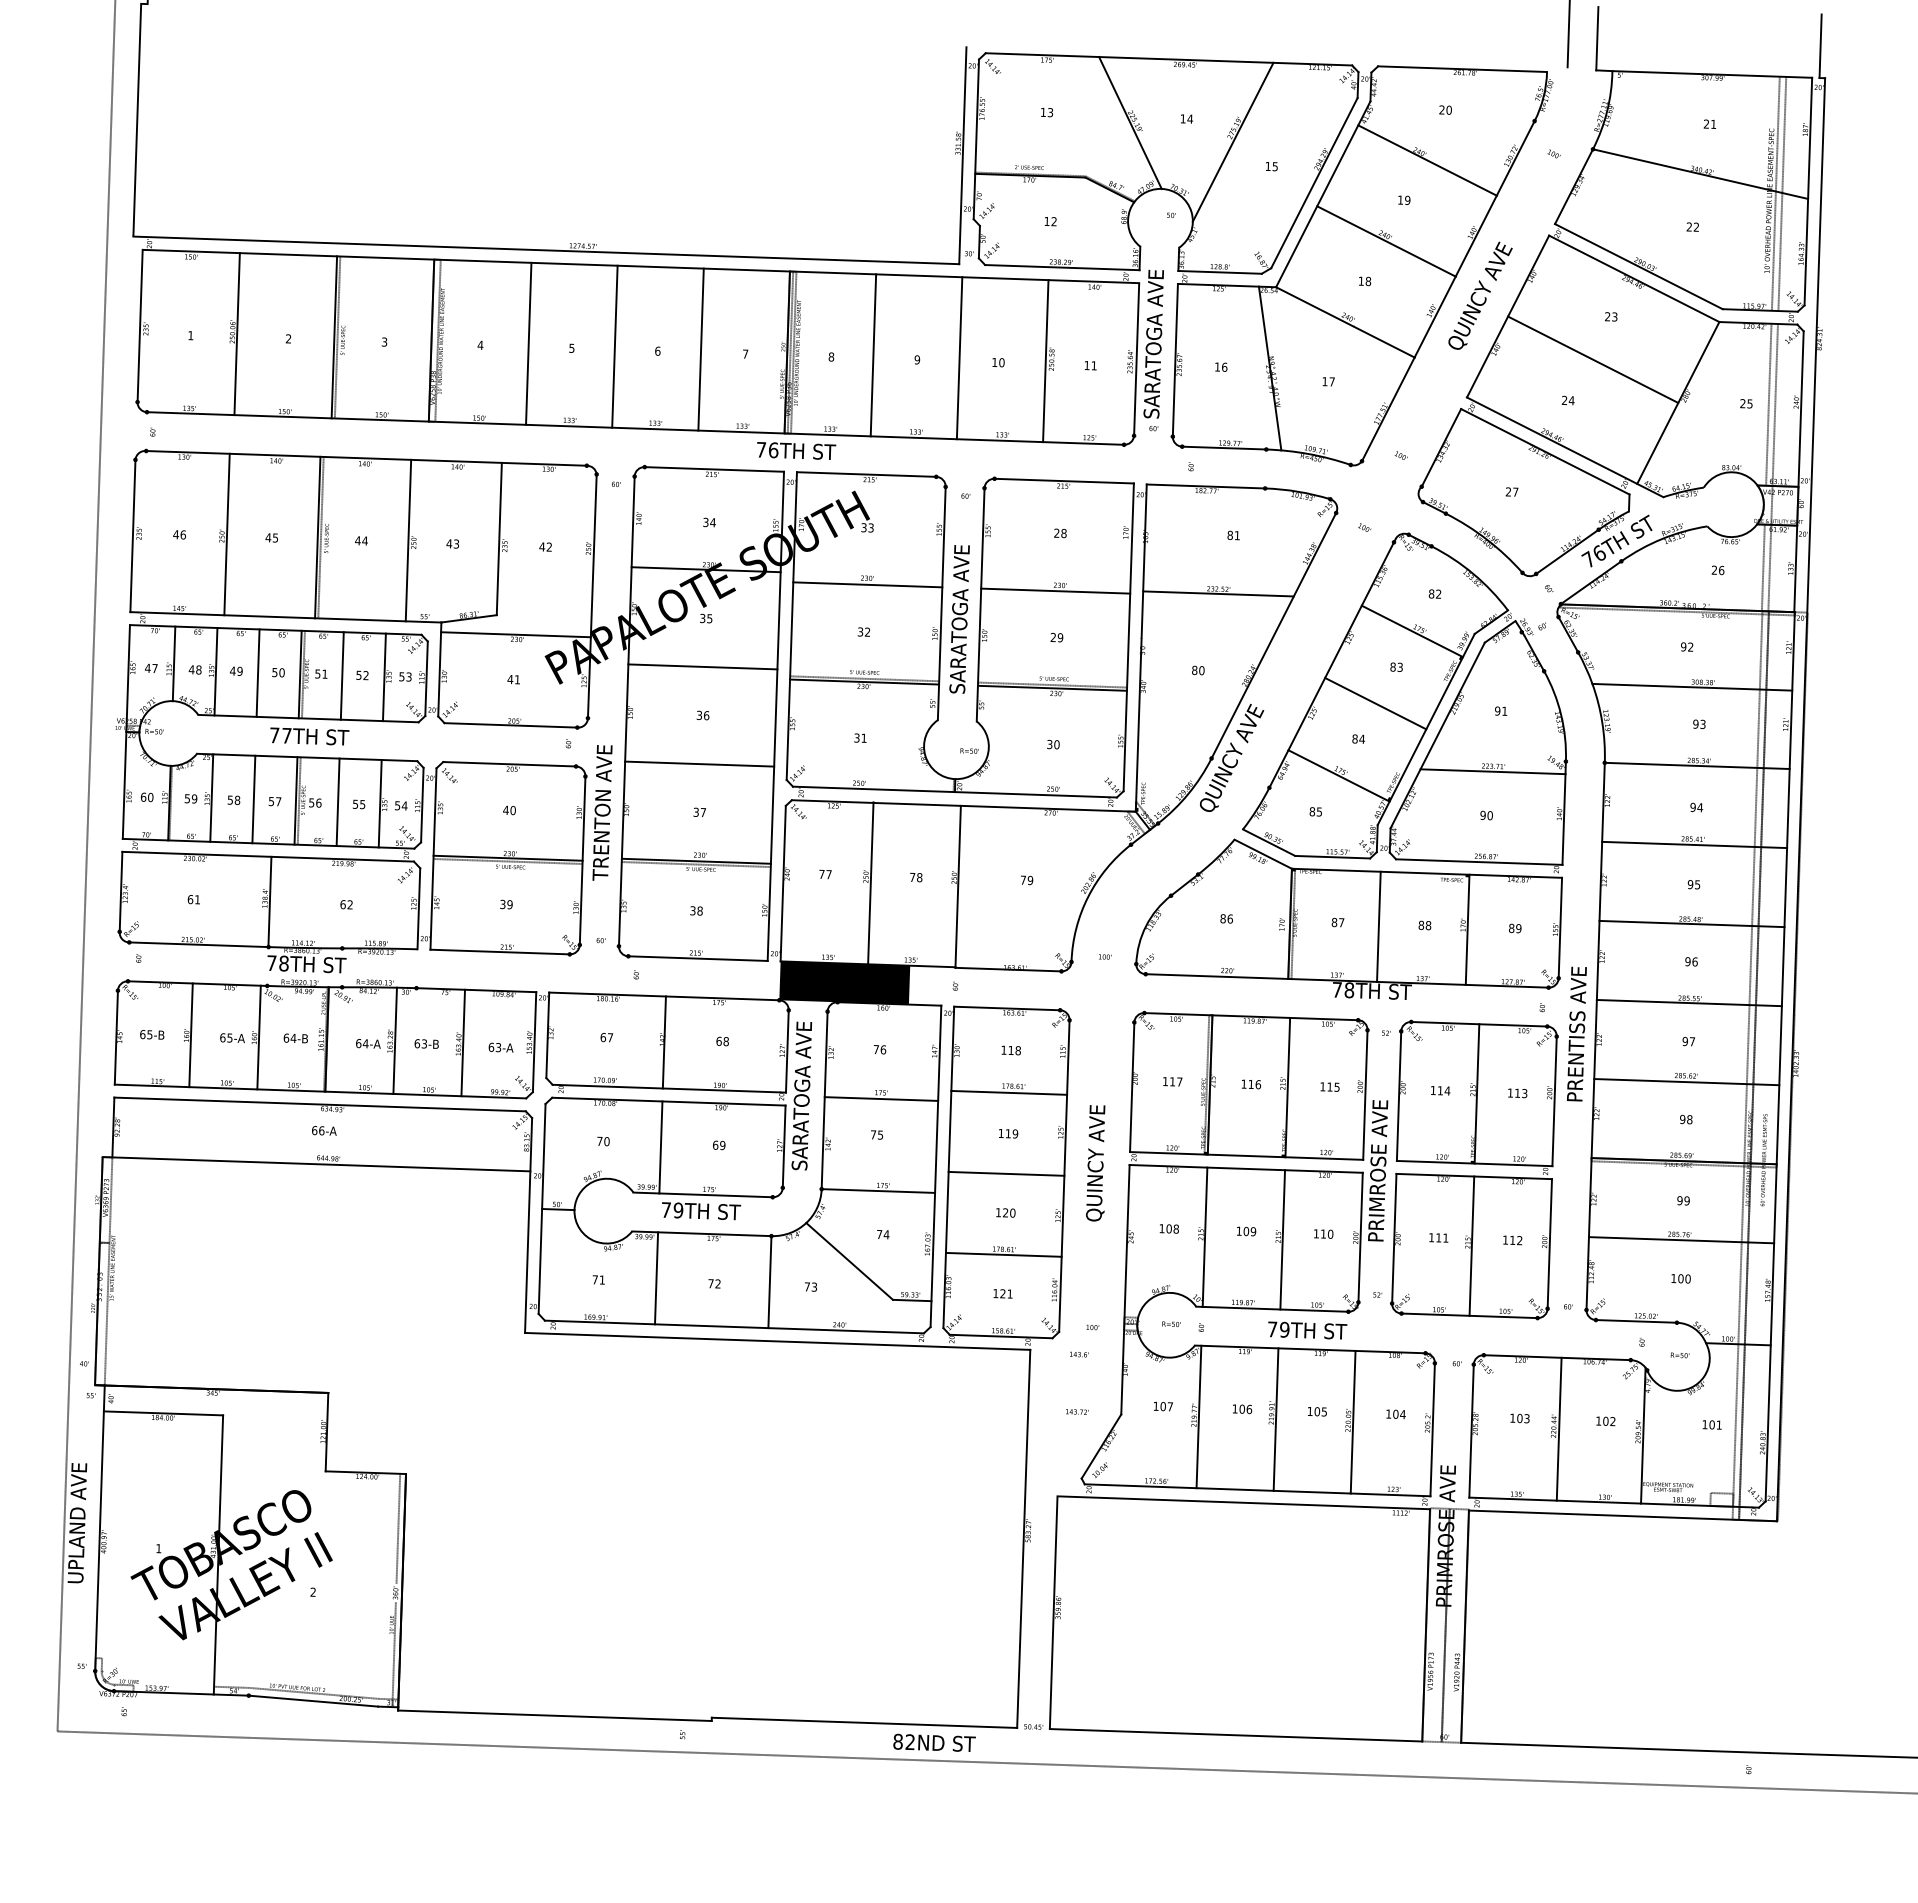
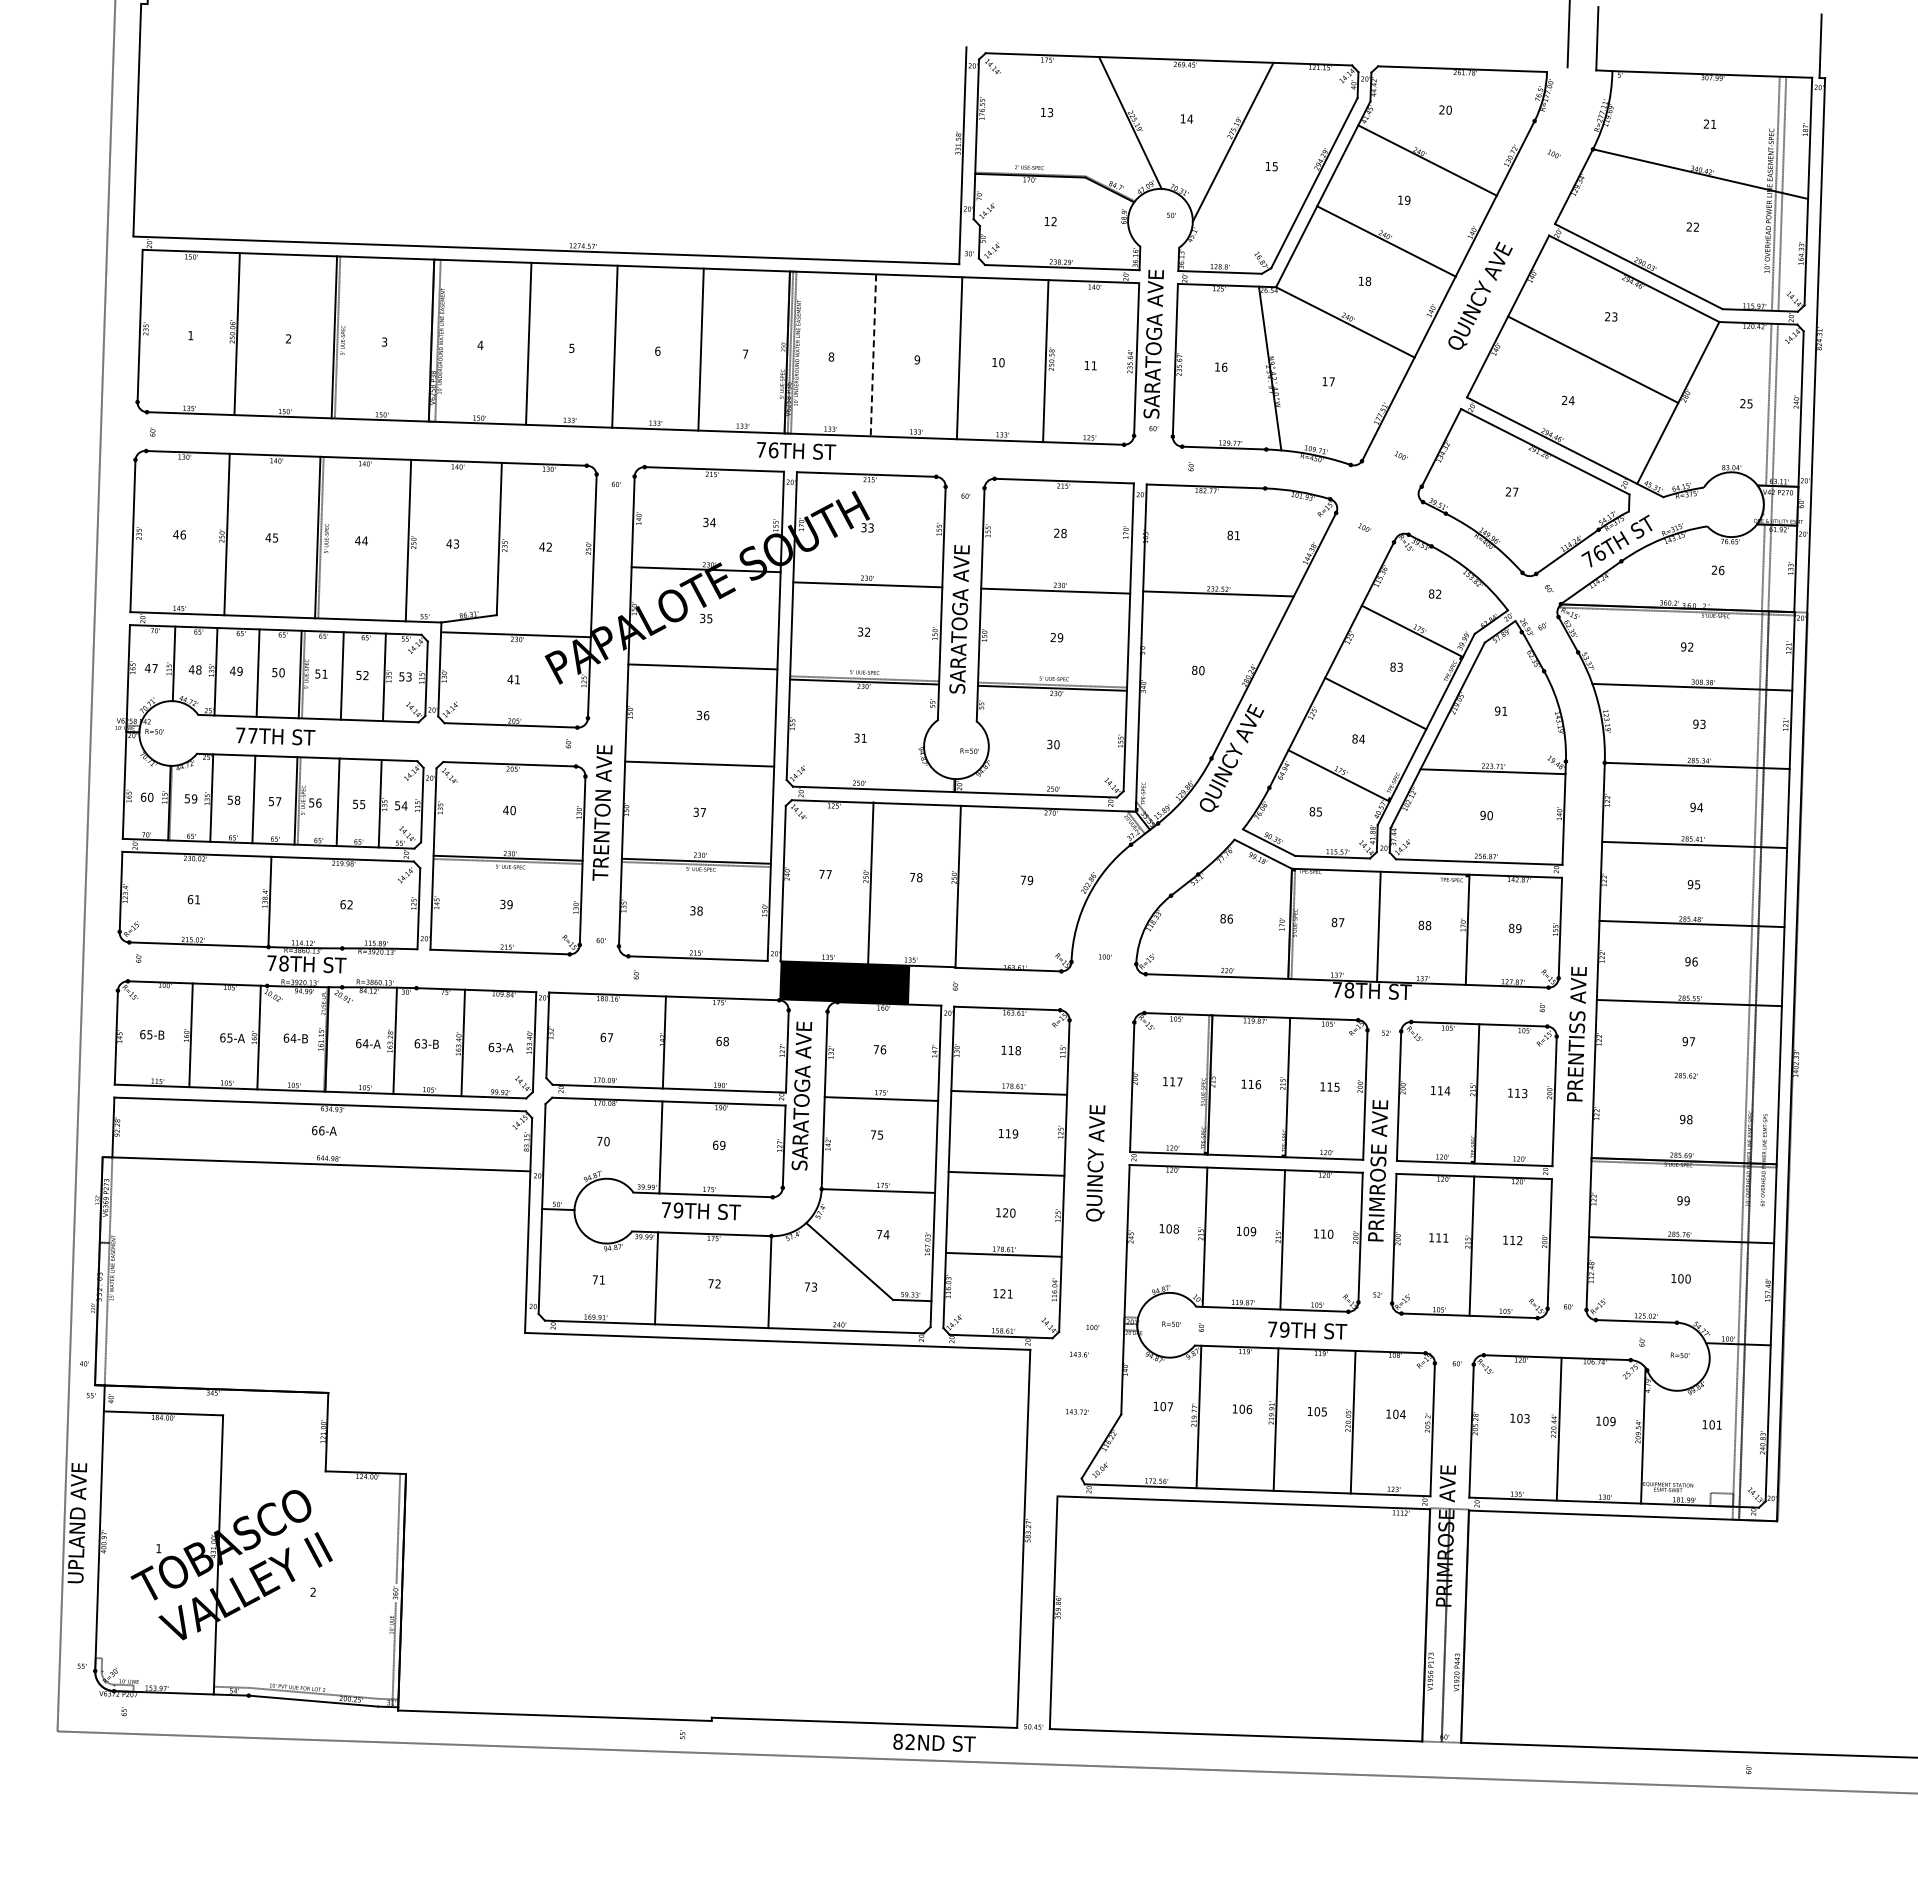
line at (873, 355): solid -> dashed
text at (309, 736) position: (309, 736) -> (275, 736)
line at (1686, 1082): present -> none
text at (1612, 1421): 102 -> 109
